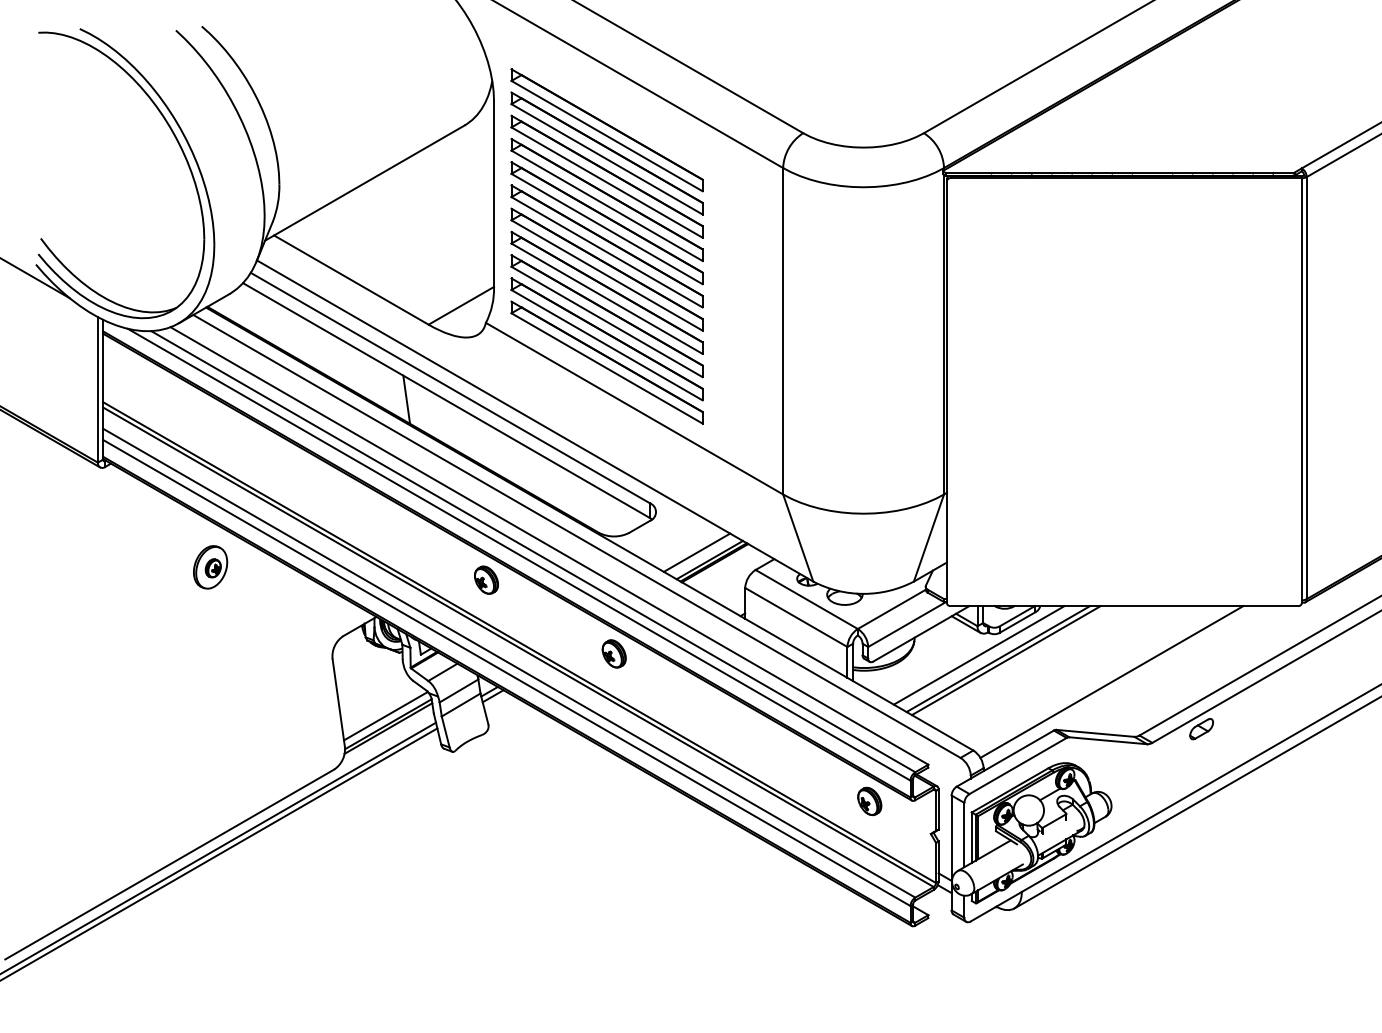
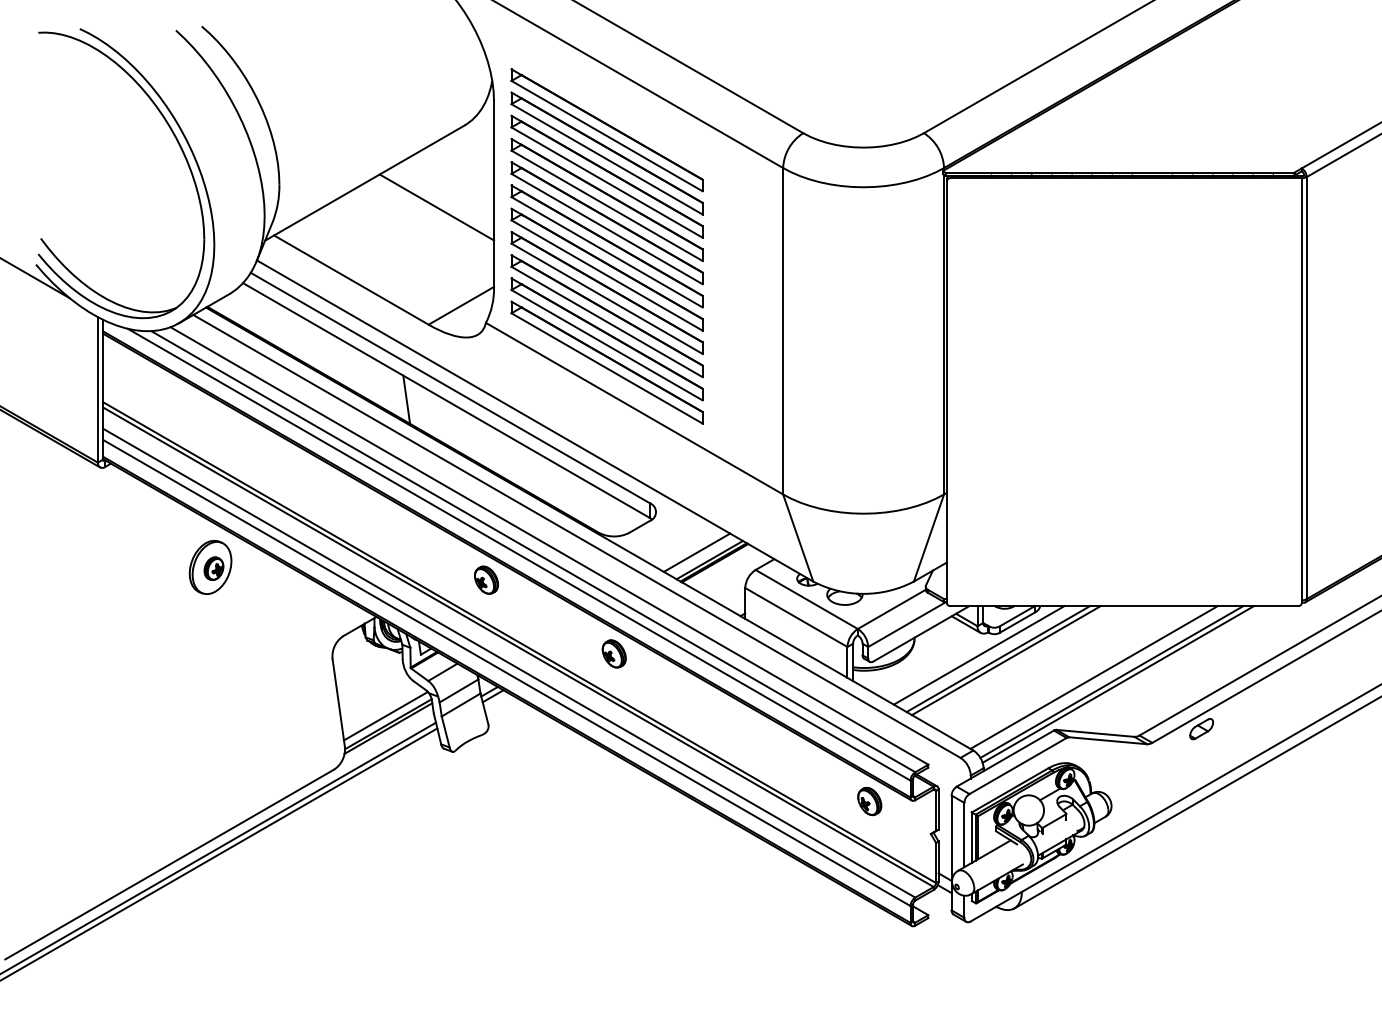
line at (436, 207): none -> present
part at (210, 567) size: 36x45 px -> 45x56 px
line at (1093, 677): none -> present
line at (1118, 684): none -> present
